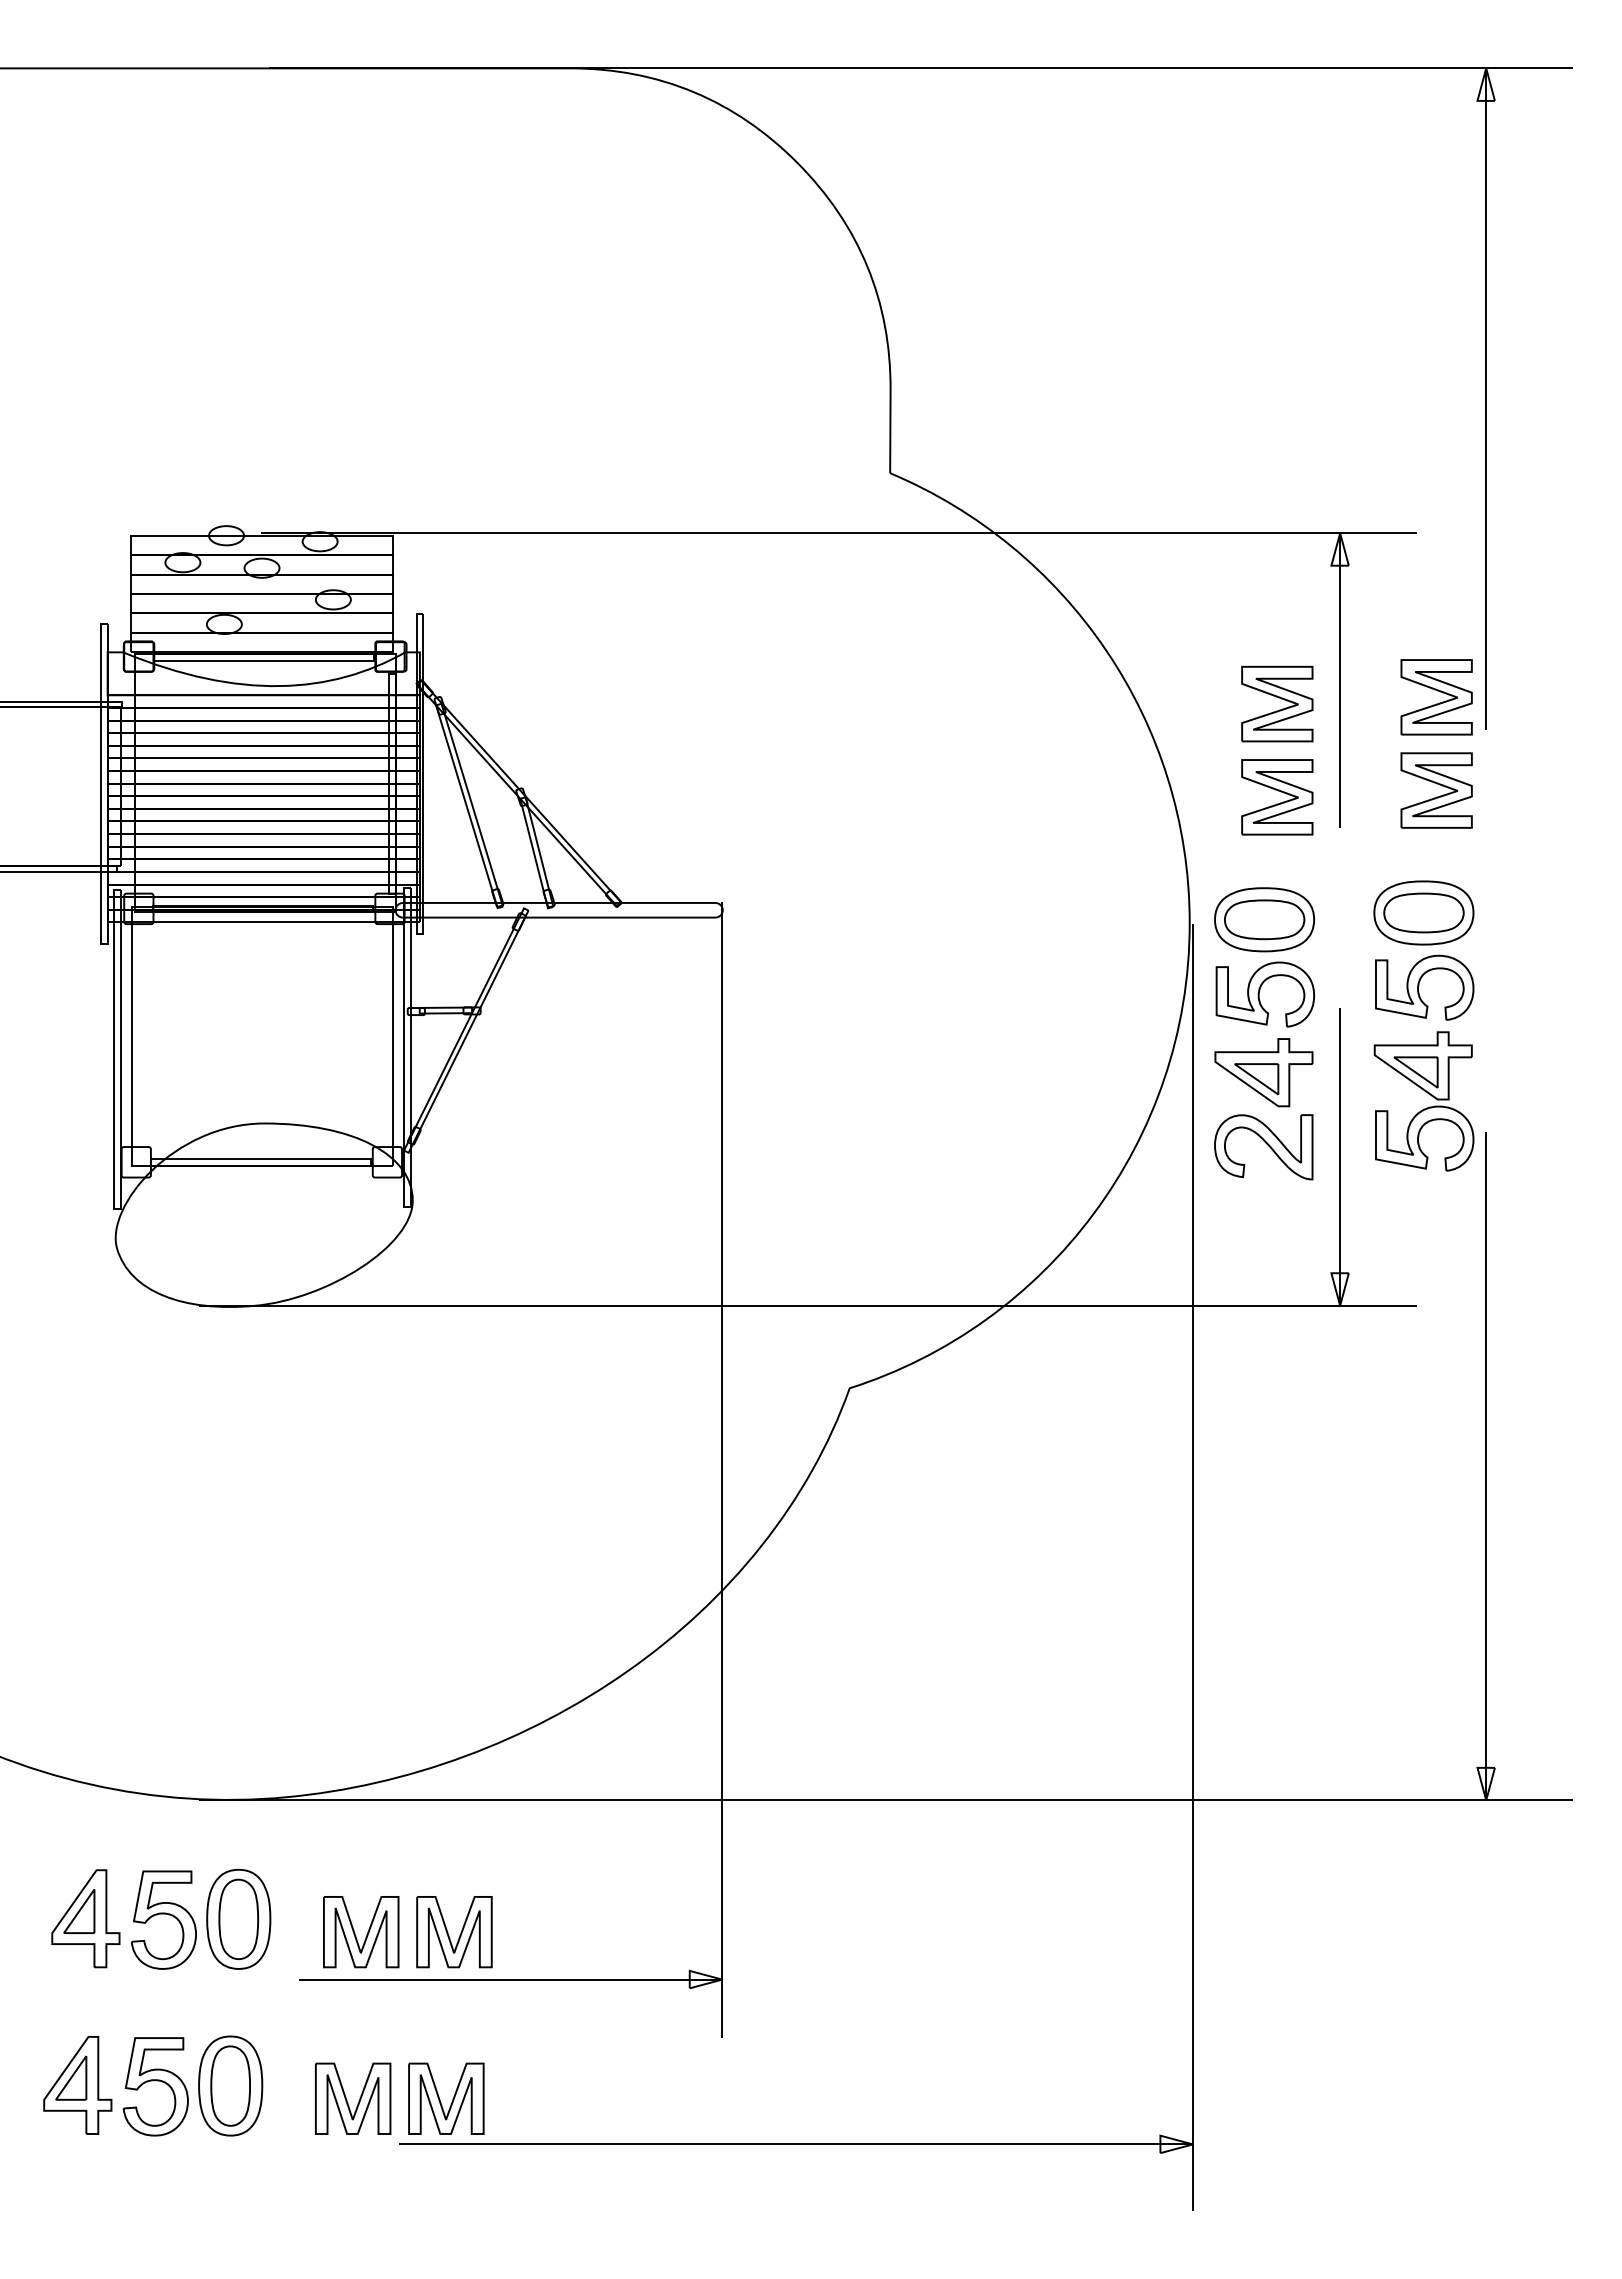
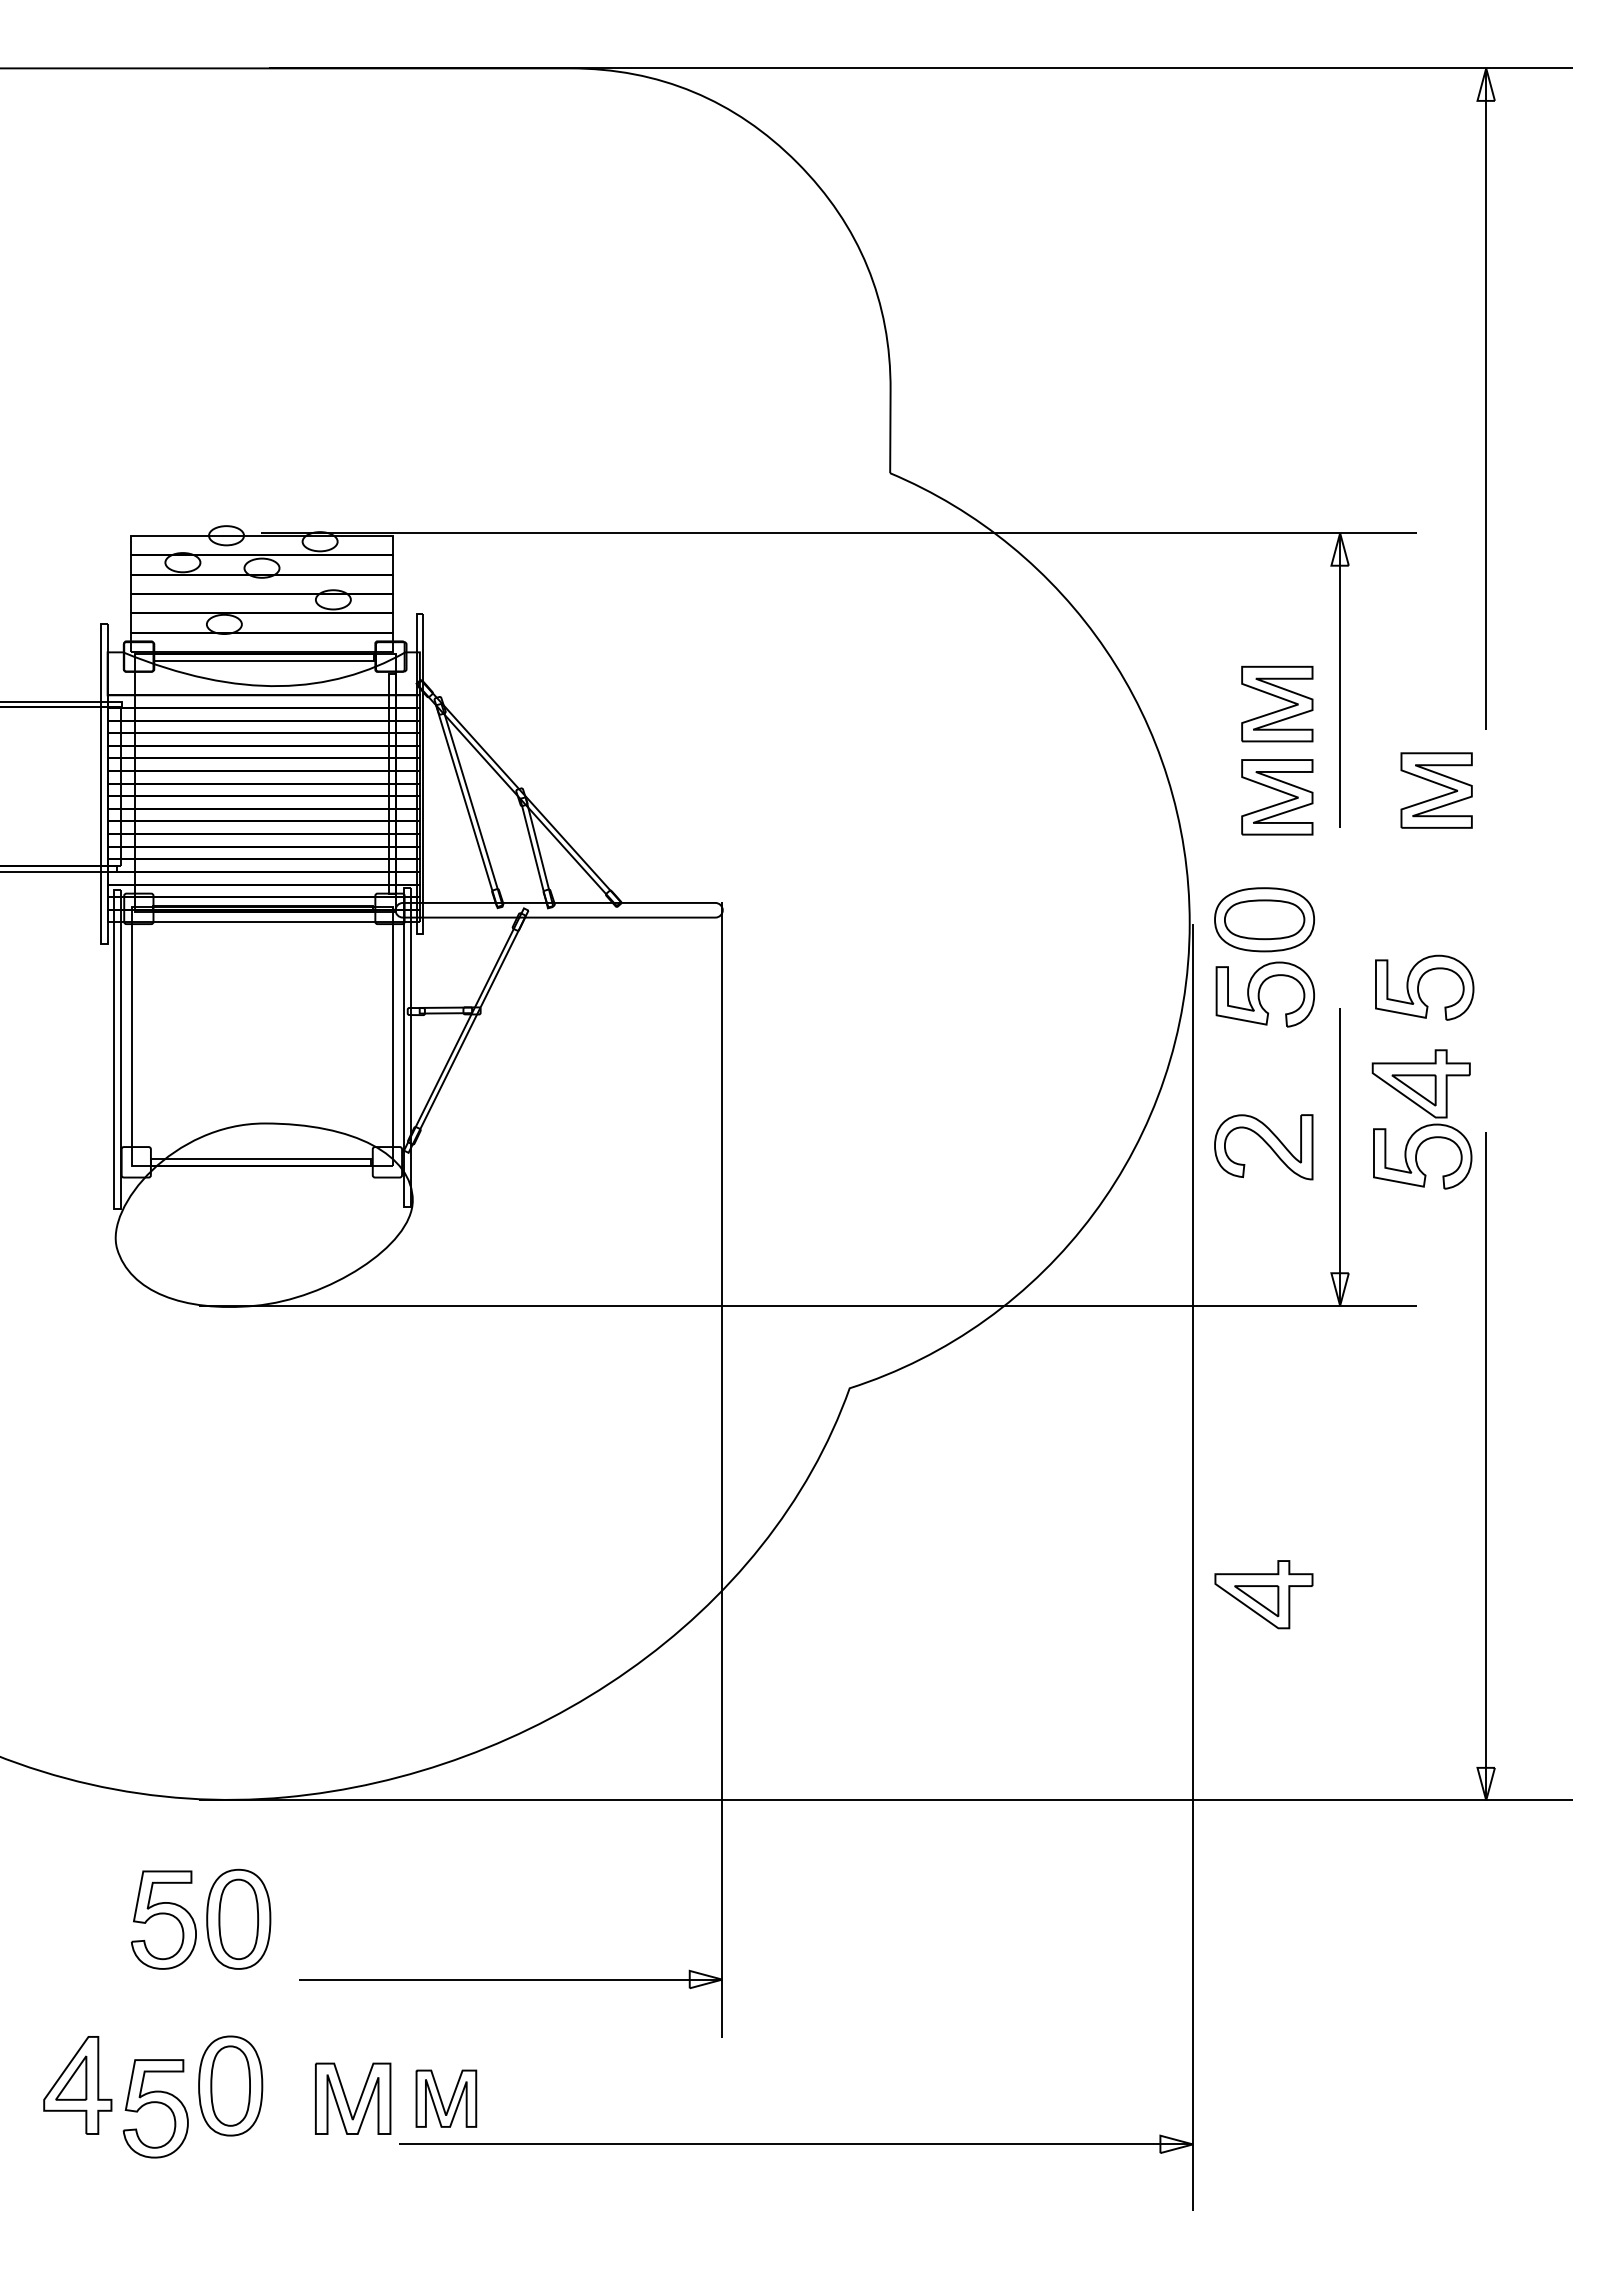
part at (1436, 697): present -> none
part at (1423, 912): present -> none
part at (1263, 1072) position: (1263, 1072) -> (1263, 1594)
part at (1426, 1107) position: (1426, 1107) -> (1424, 1125)
part at (85, 1918): present -> none
part at (361, 1932): present -> none
part at (454, 1932): present -> none
part at (155, 2086) position: (155, 2086) -> (155, 2108)
part at (446, 2098) size: 77x73 px -> 63x59 px
